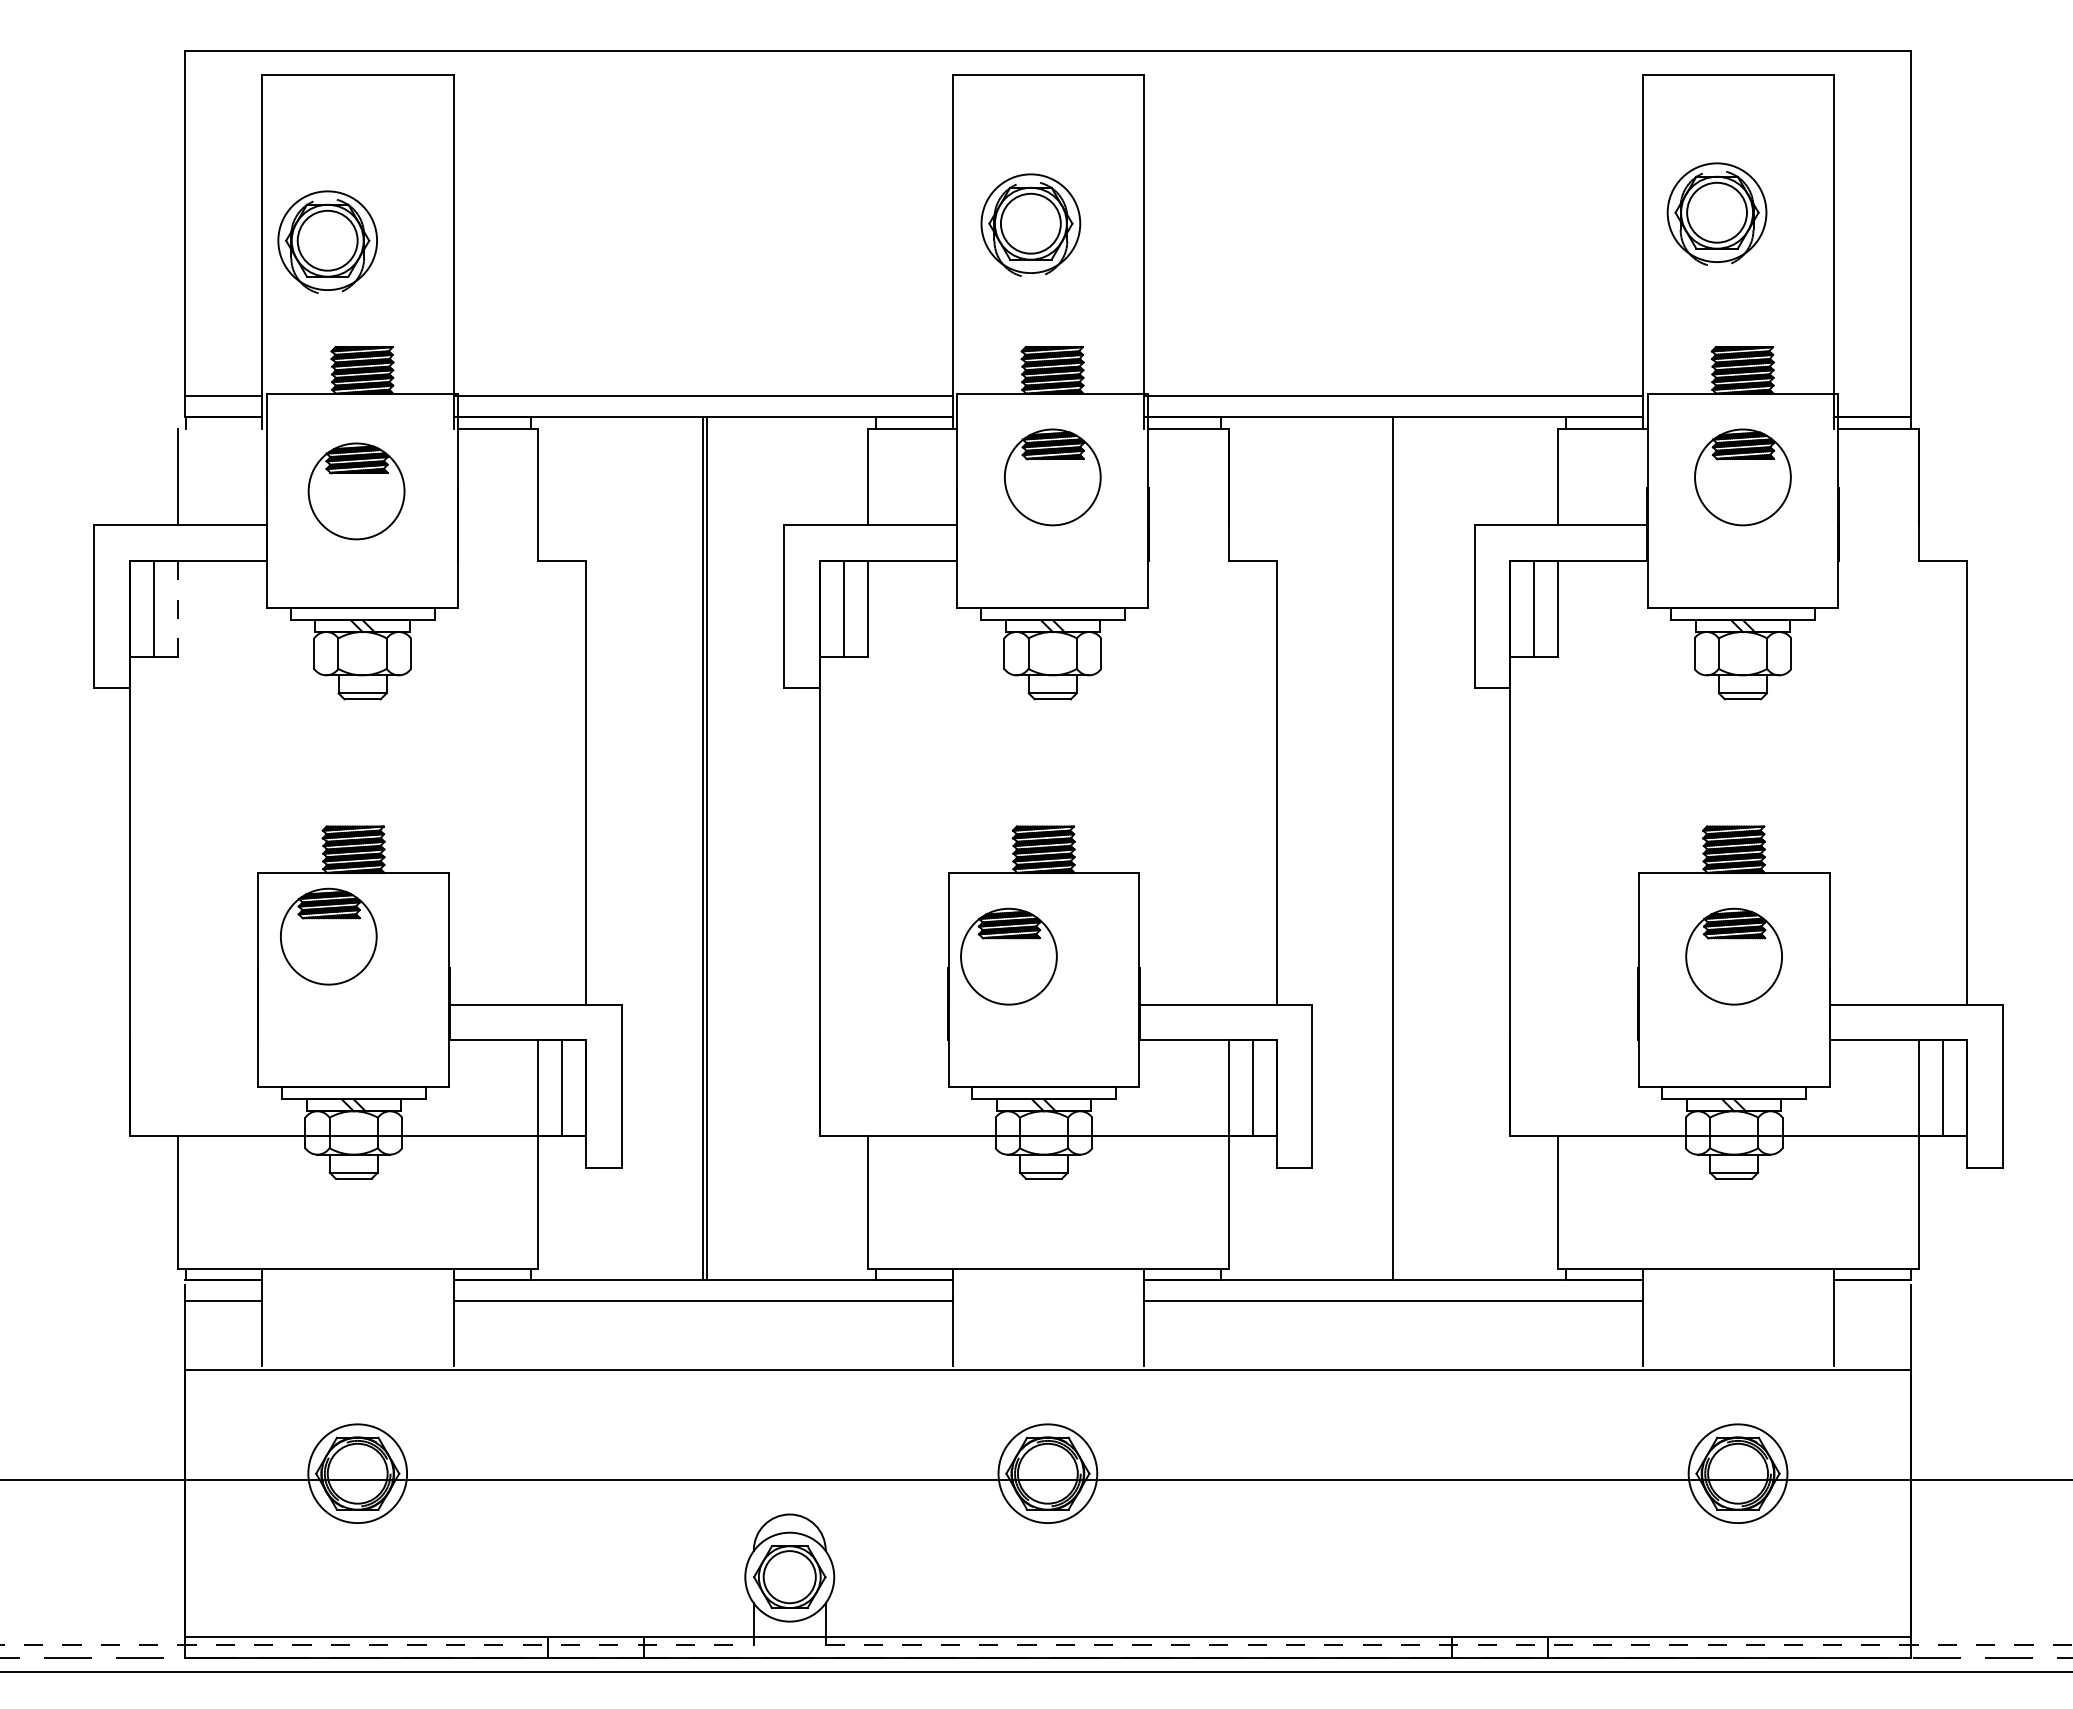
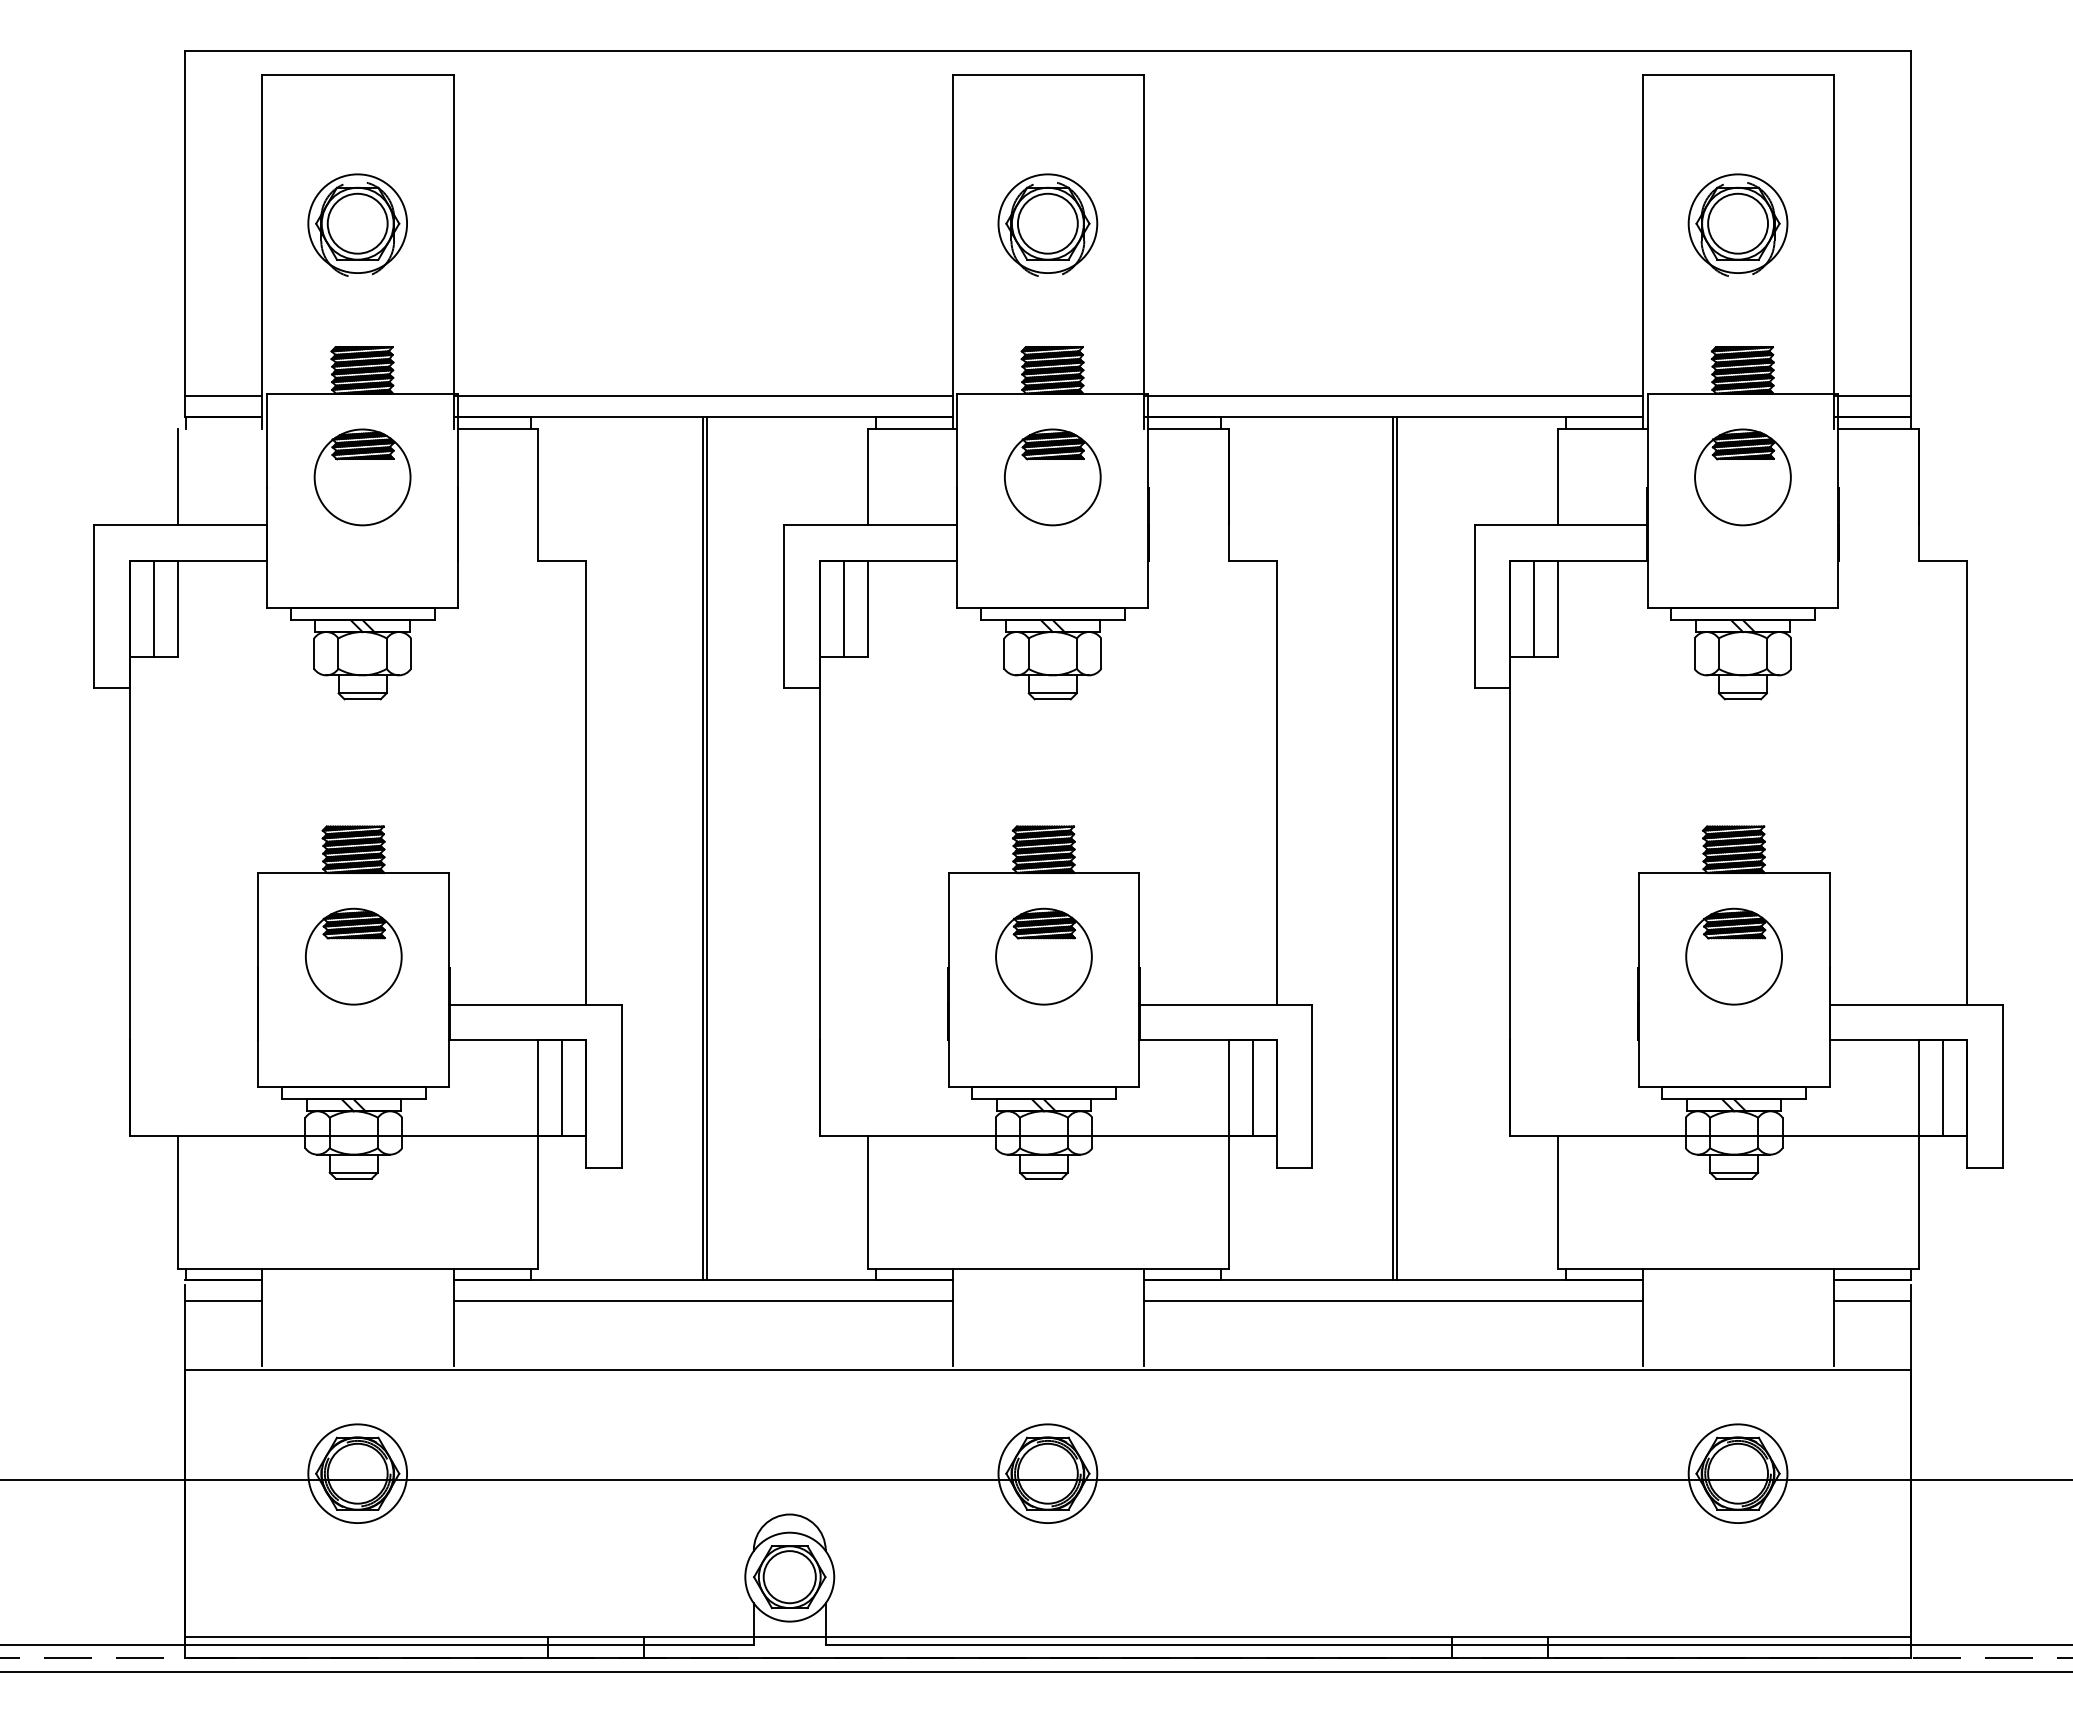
part at (1716, 213) position: (1716, 213) -> (1737, 224)
part at (1030, 224) position: (1030, 224) -> (1047, 224)
part at (327, 241) position: (327, 241) -> (357, 224)
line at (1872, 396): none -> present
part at (356, 491) position: (356, 491) -> (362, 477)
line at (177, 609): dashed -> solid
line at (1397, 848): none -> present
part at (328, 936) position: (328, 936) -> (353, 956)
part at (1008, 956) position: (1008, 956) -> (1043, 956)
line at (1872, 1301): none -> present
line at (377, 1645): dashed -> solid
line at (1449, 1645): dashed -> solid
